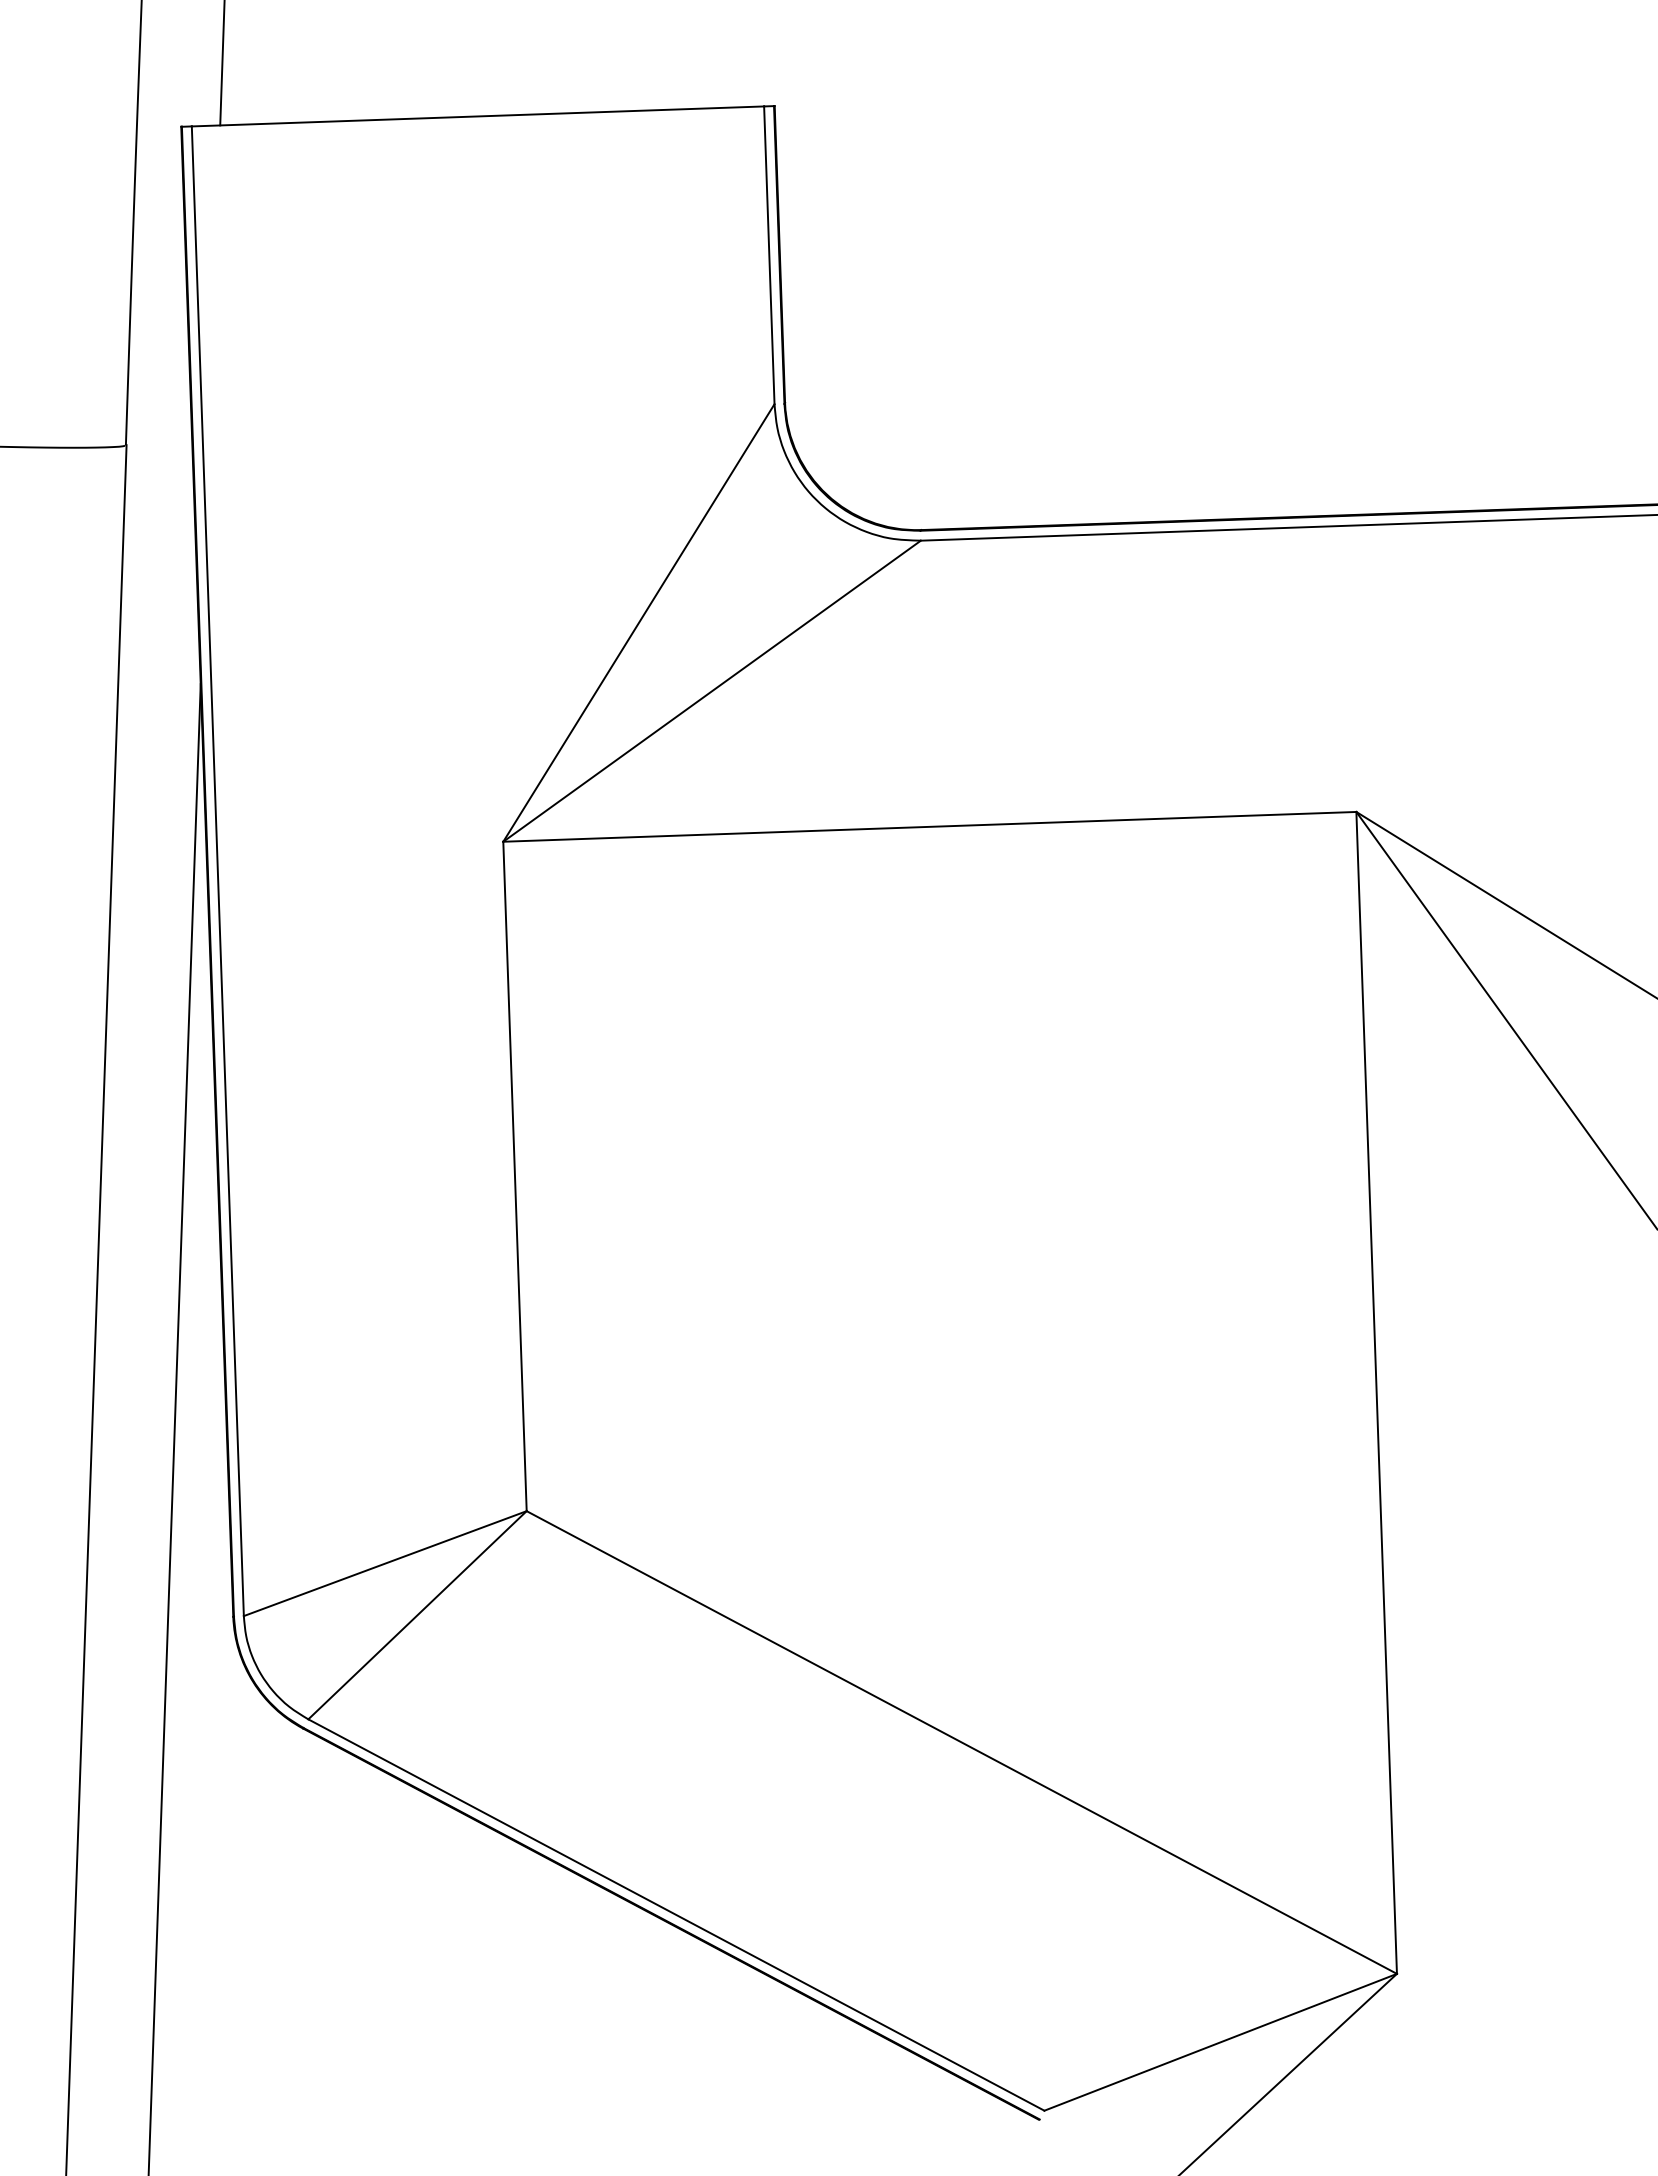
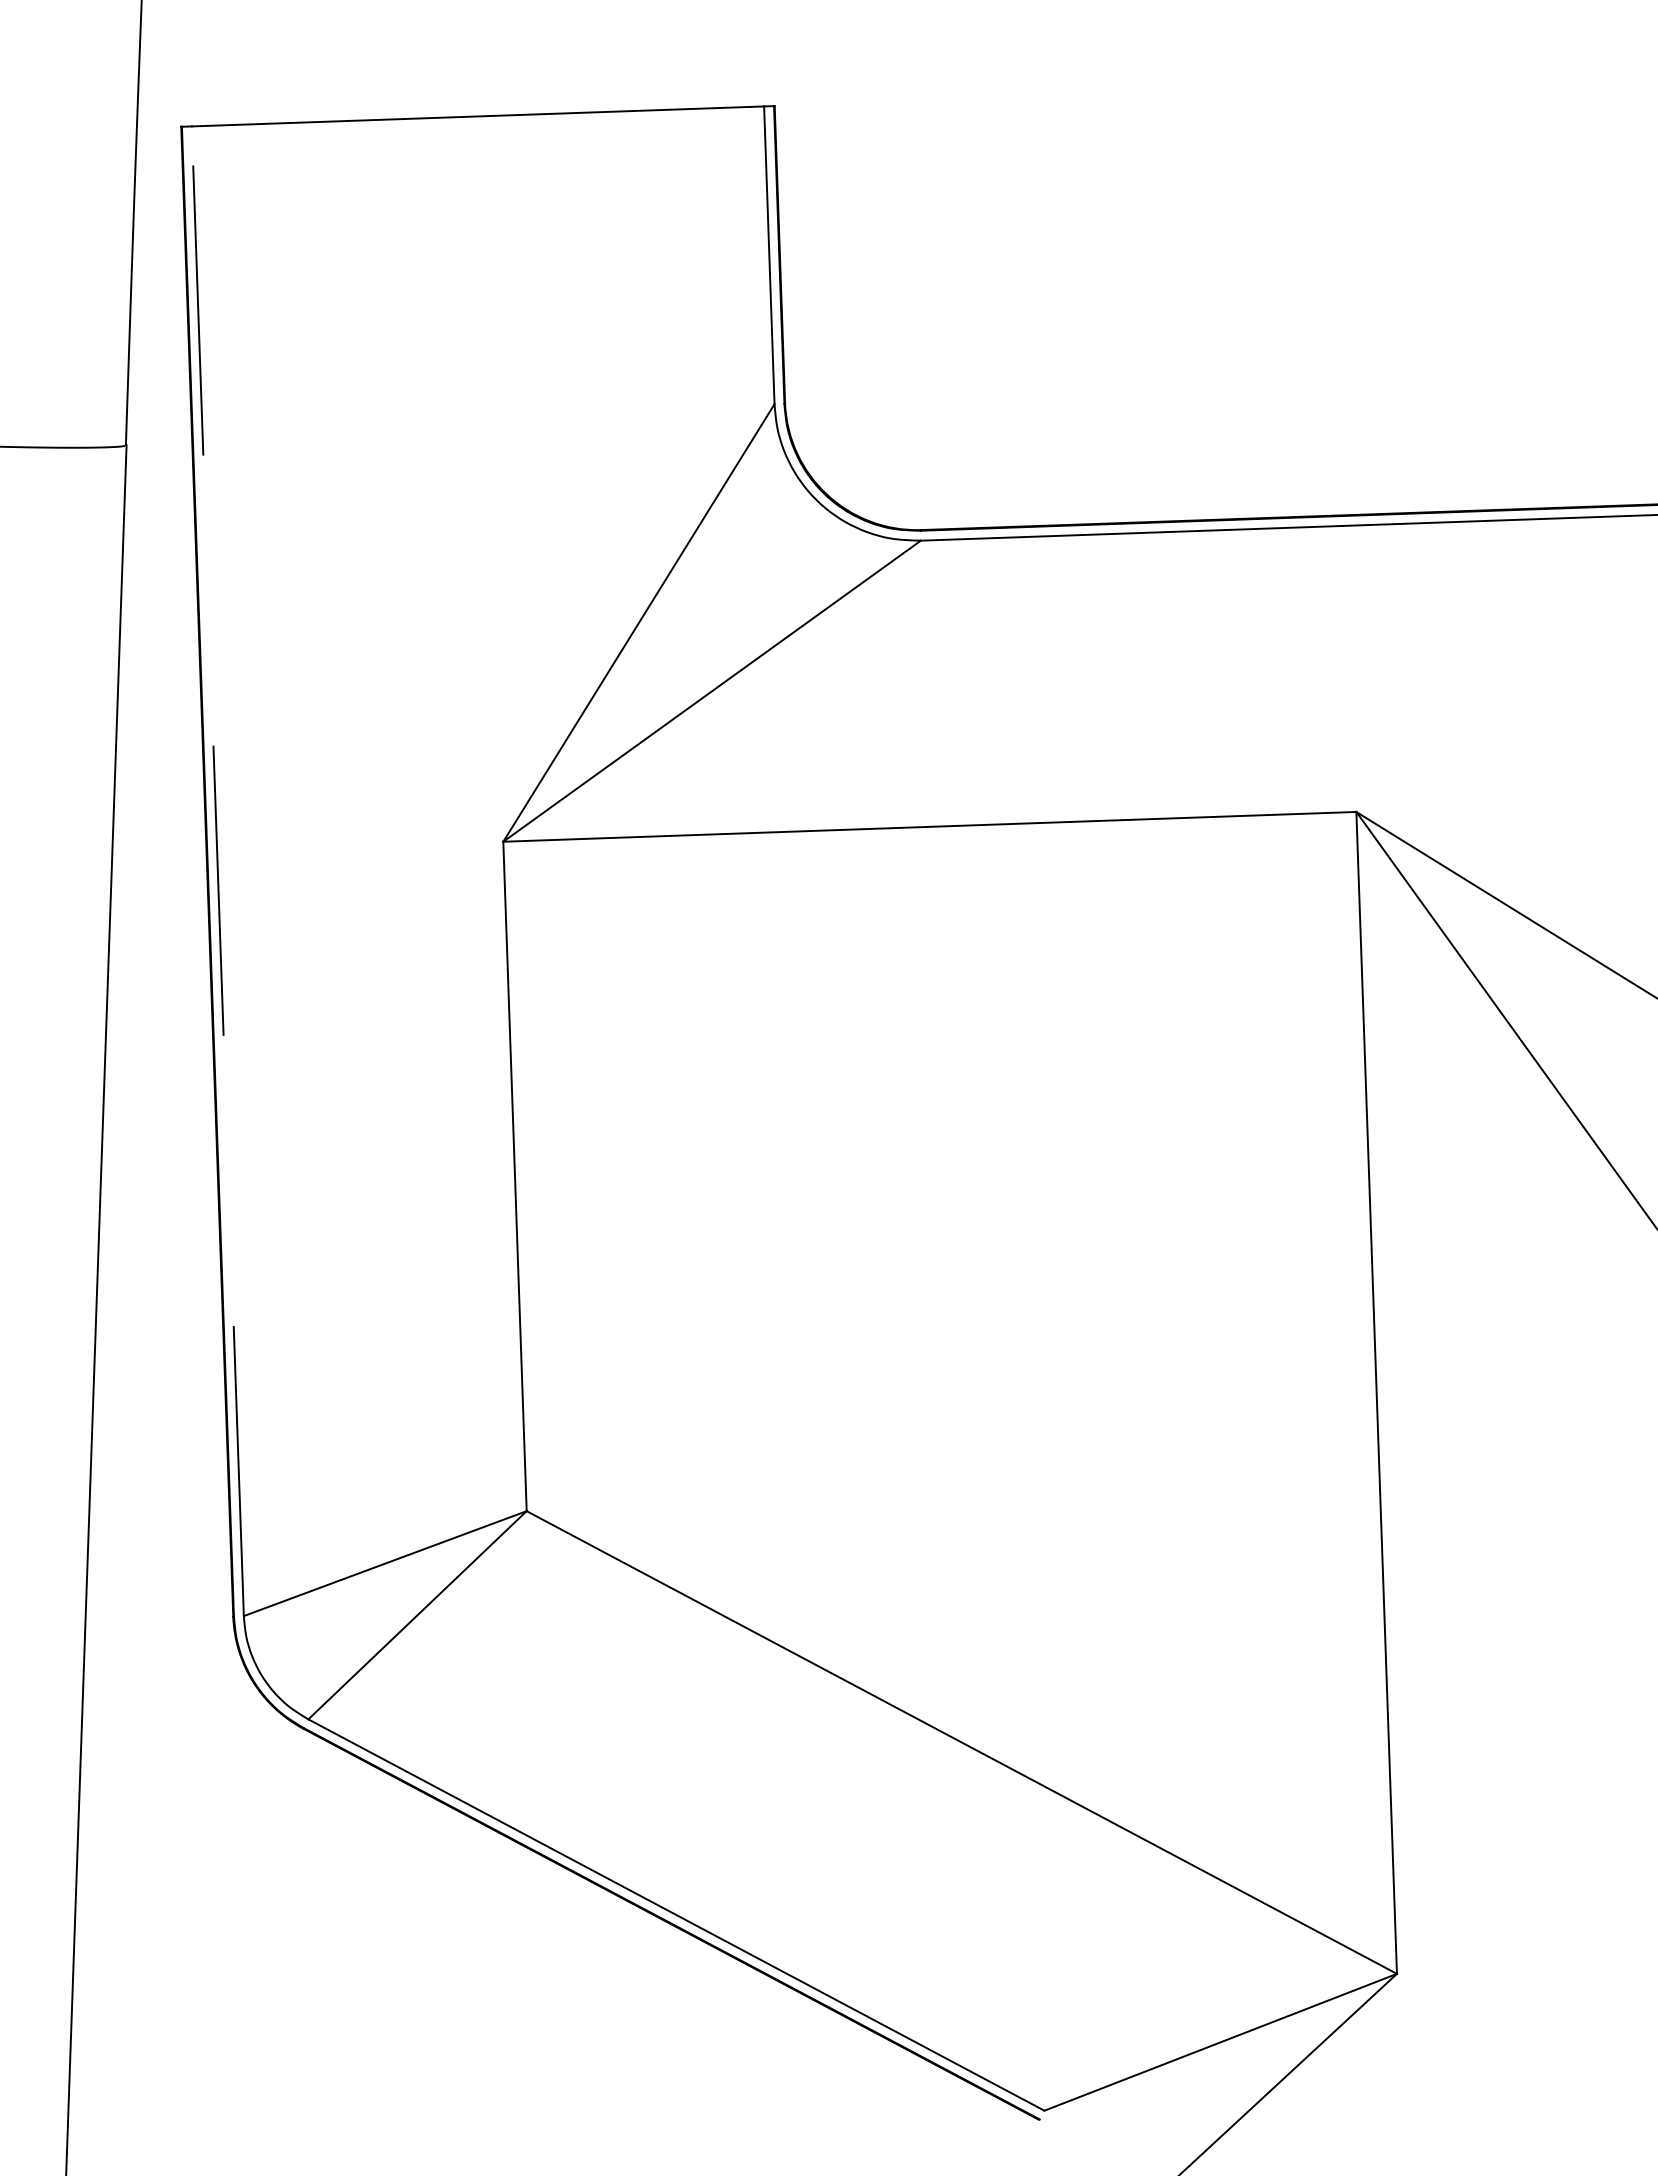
line at (222, 63): present -> none
line at (217, 870): solid -> dashed
line at (174, 1428): present -> none
